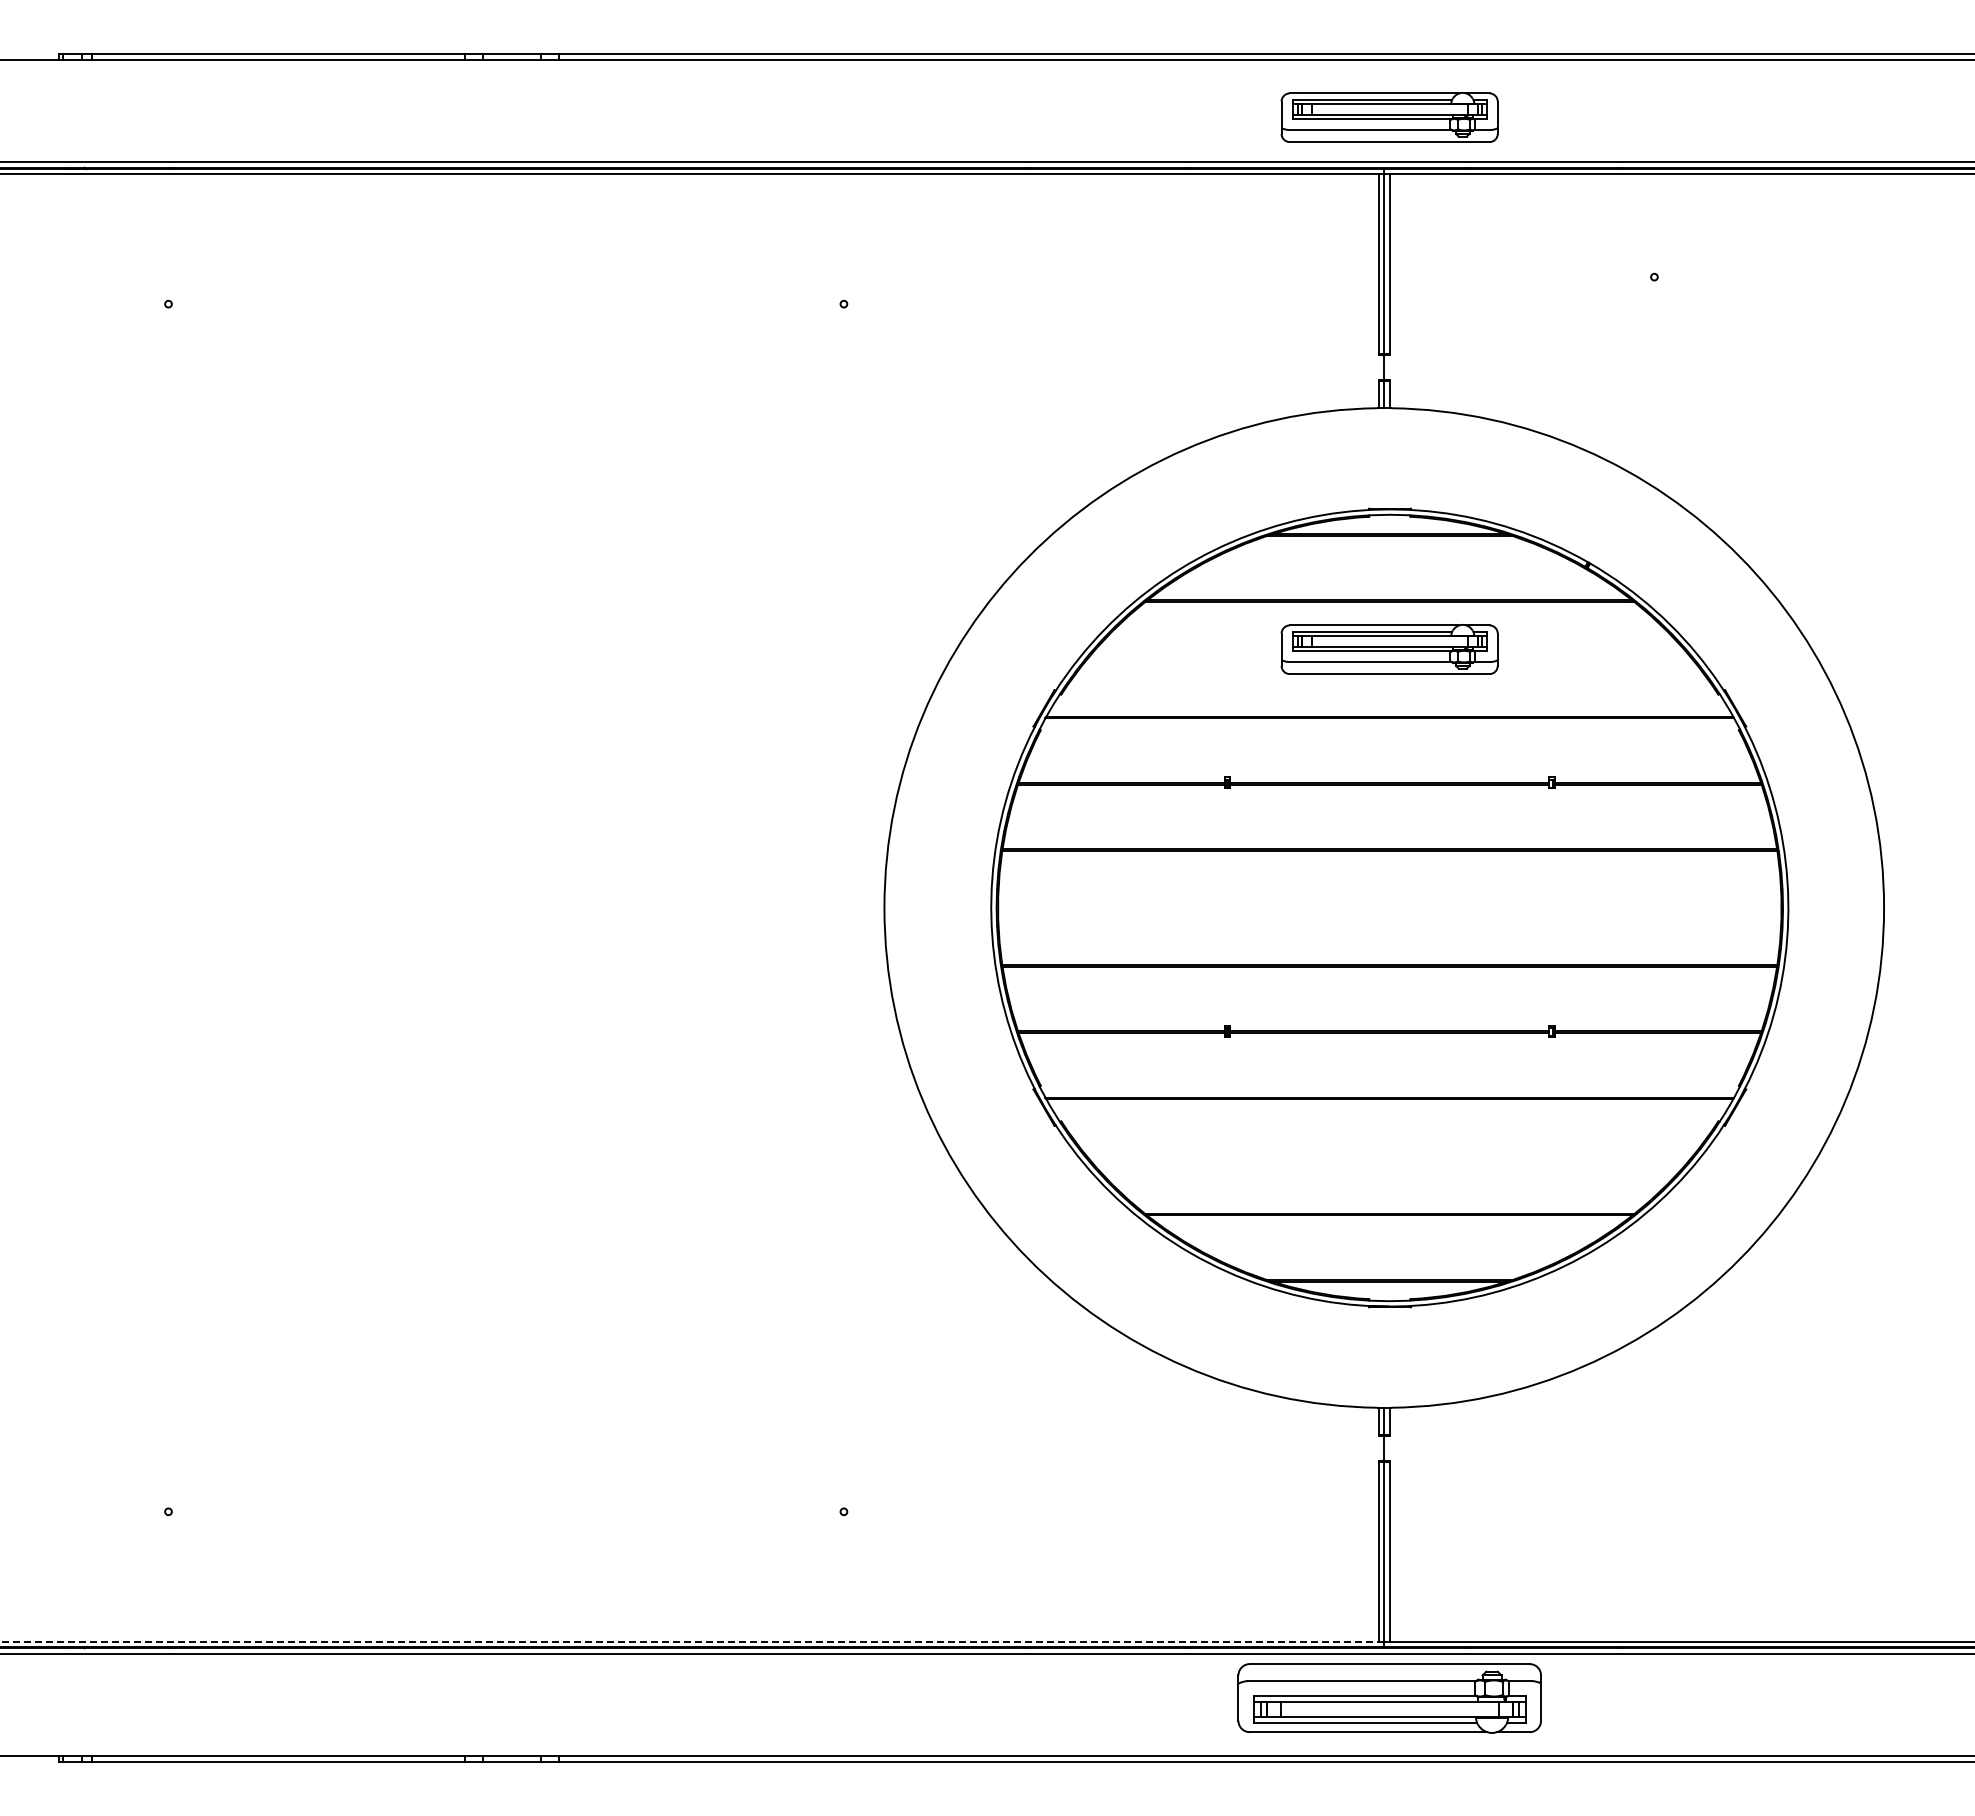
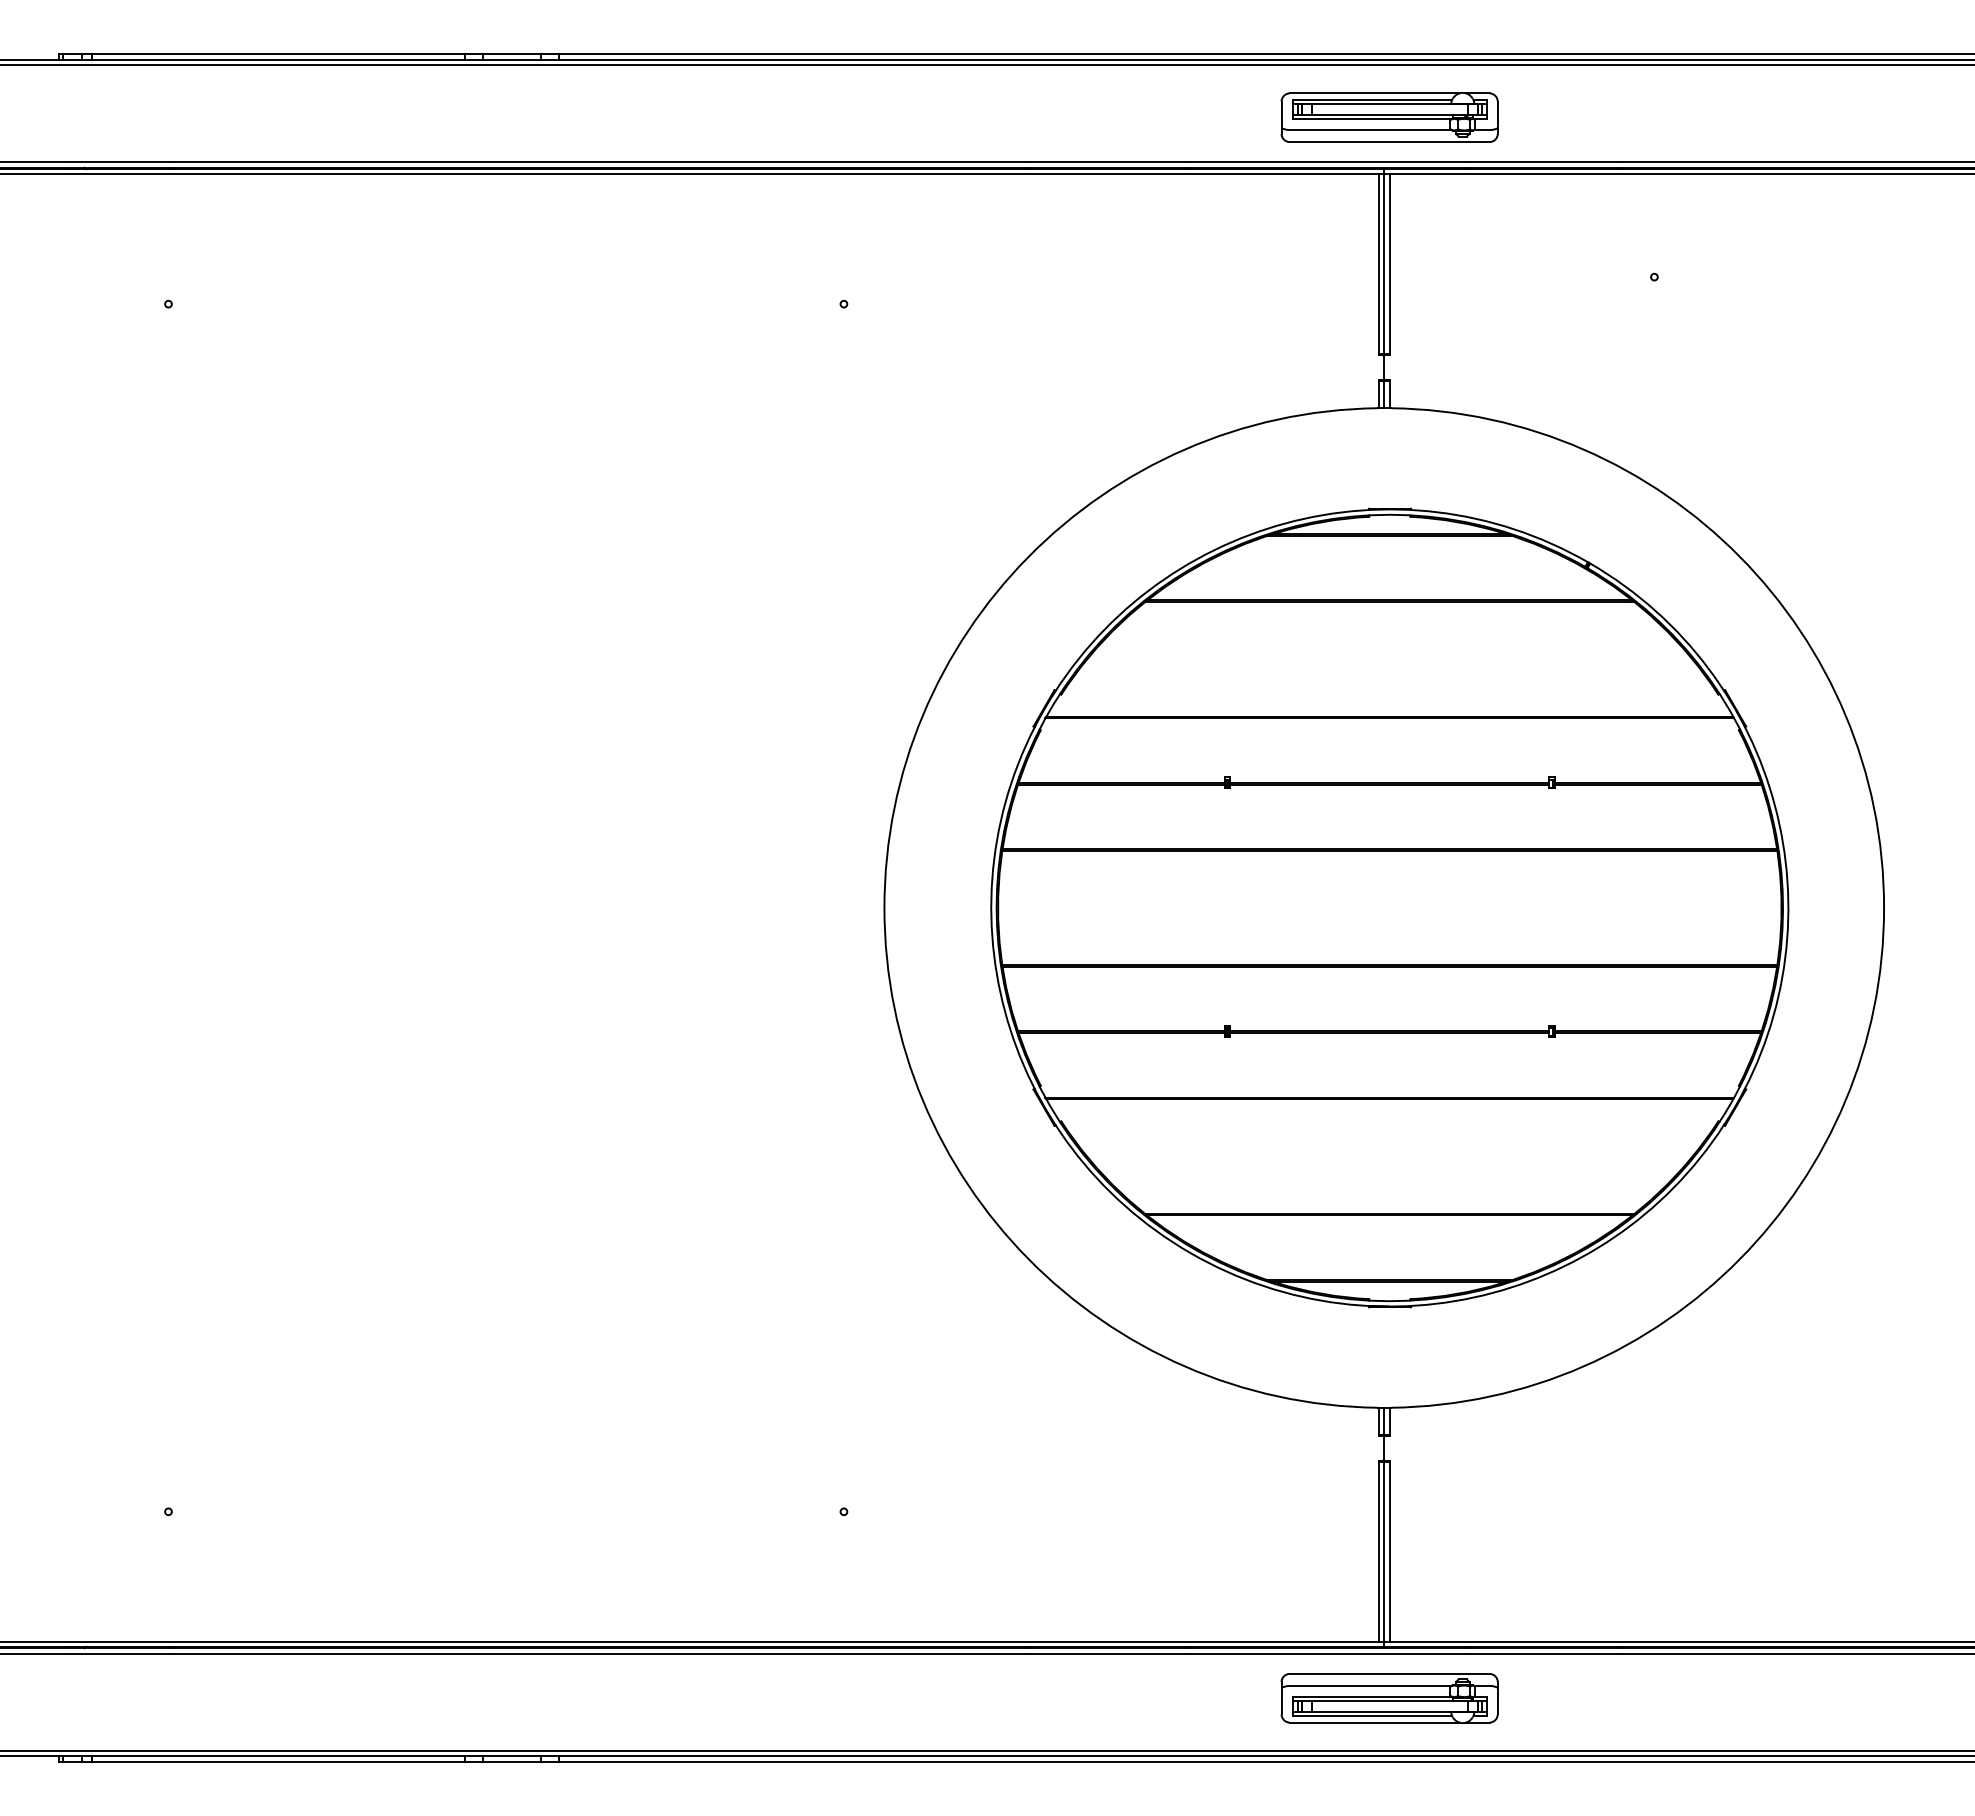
line at (986, 65): none -> present
part at (1389, 649): present -> none
line at (689, 1641): dashed -> solid
part at (1389, 1698) size: 305x71 px -> 219x51 px
line at (986, 1750): none -> present
